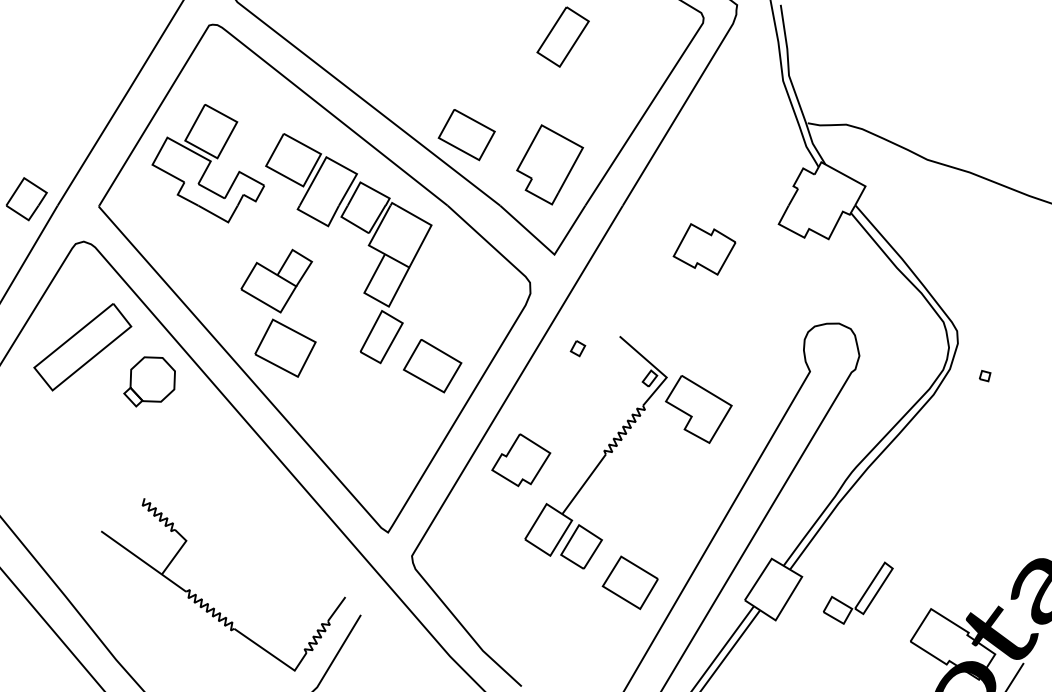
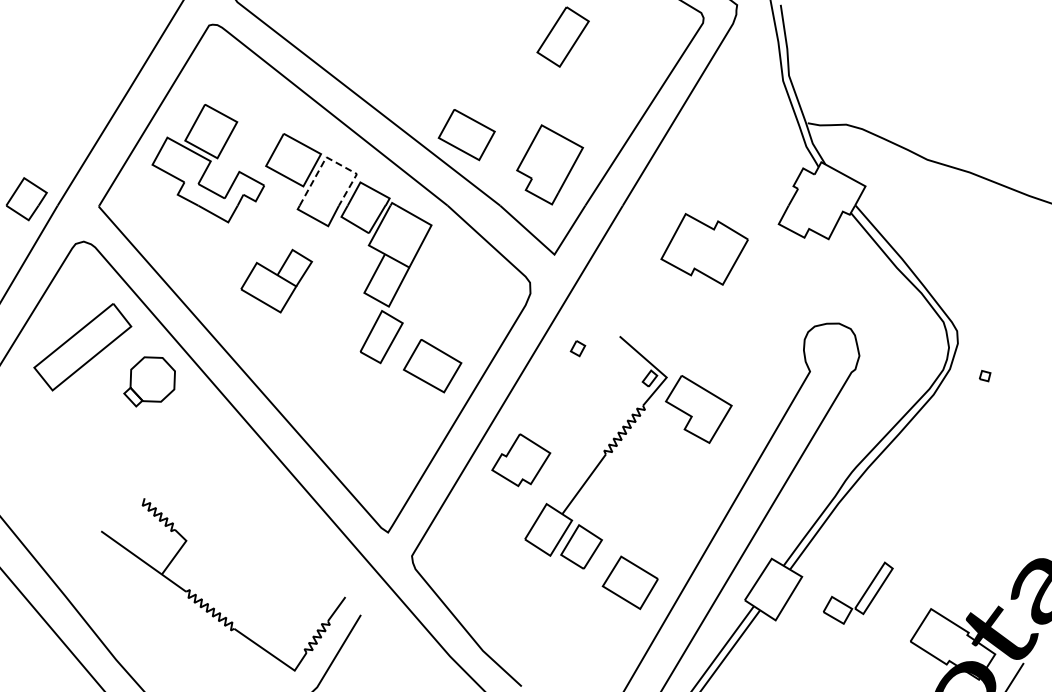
line at (333, 161): solid -> dashed
part at (704, 249) size: 65x53 px -> 89x73 px
part at (285, 347): present -> none
